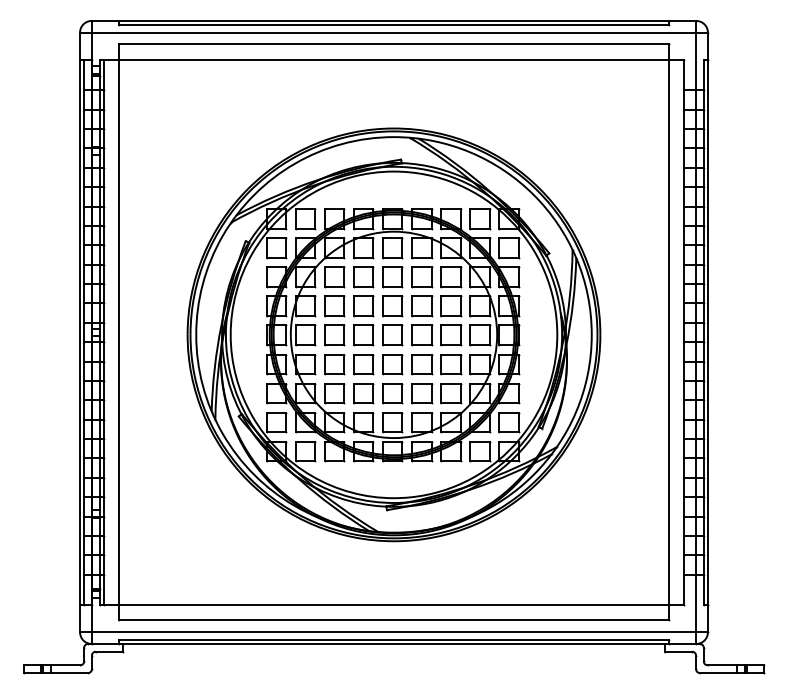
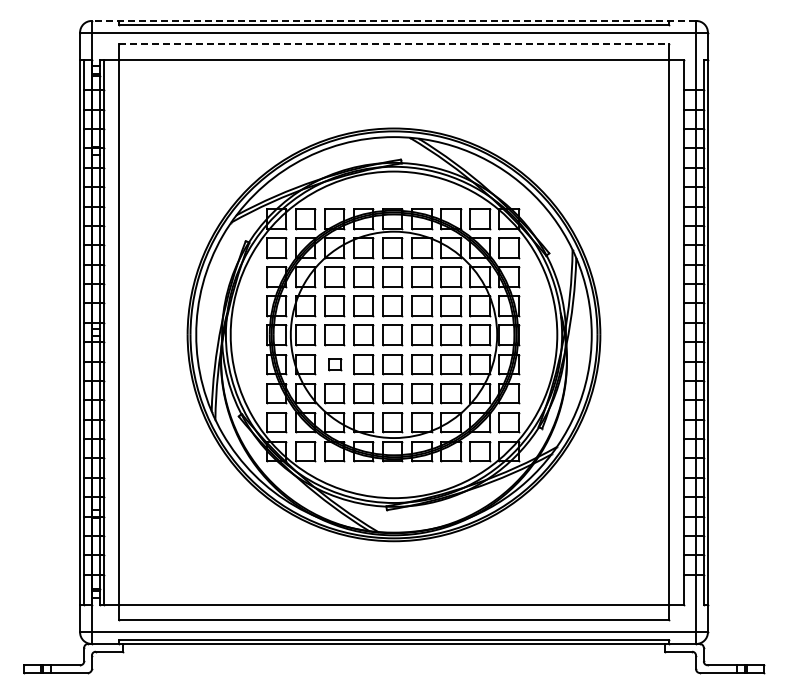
line at (393, 20): solid -> dashed
line at (393, 44): solid -> dashed
part at (334, 364) size: 22x22 px -> 15x14 px
